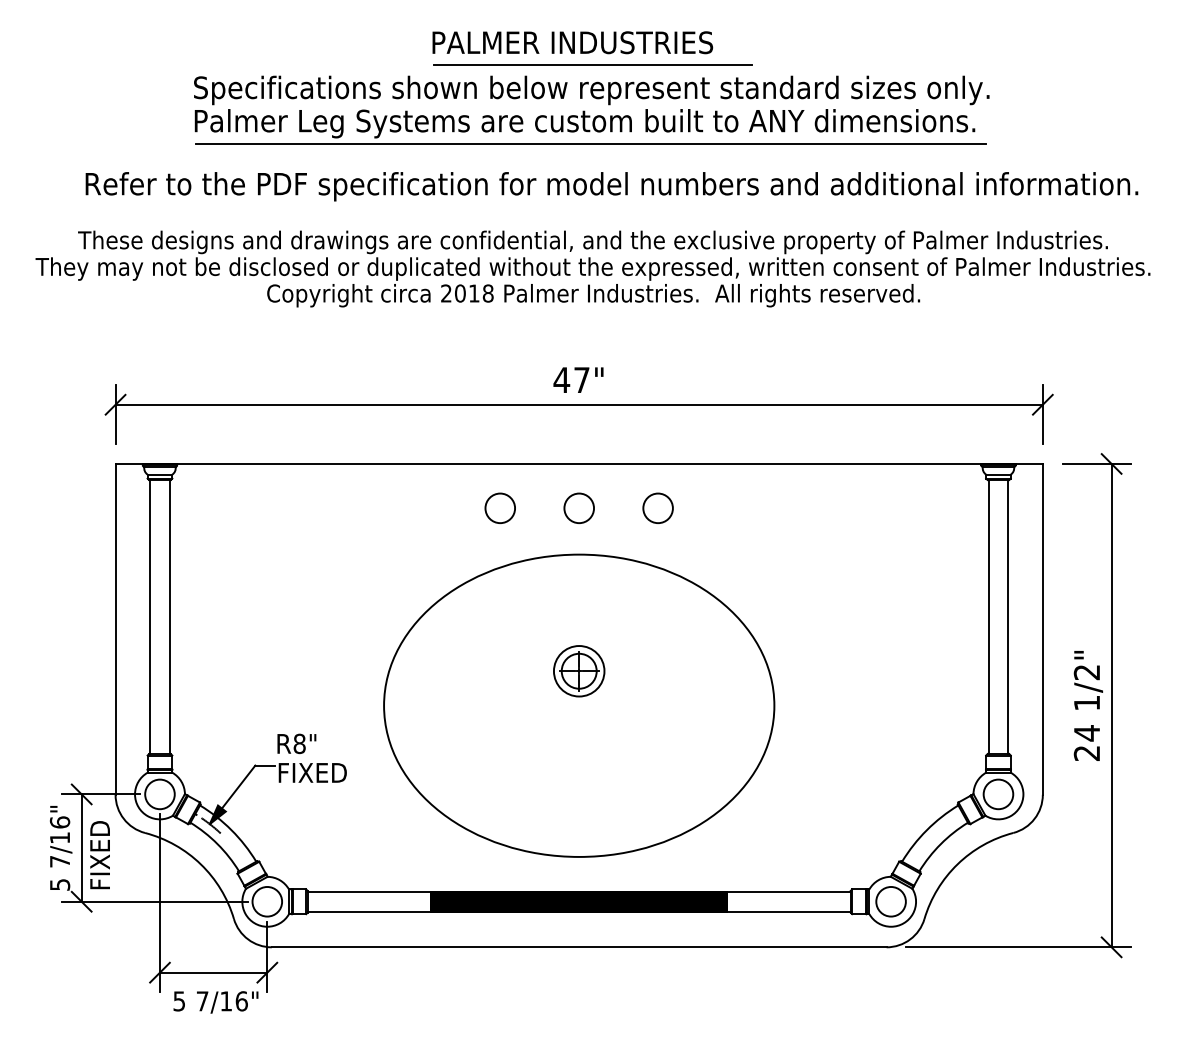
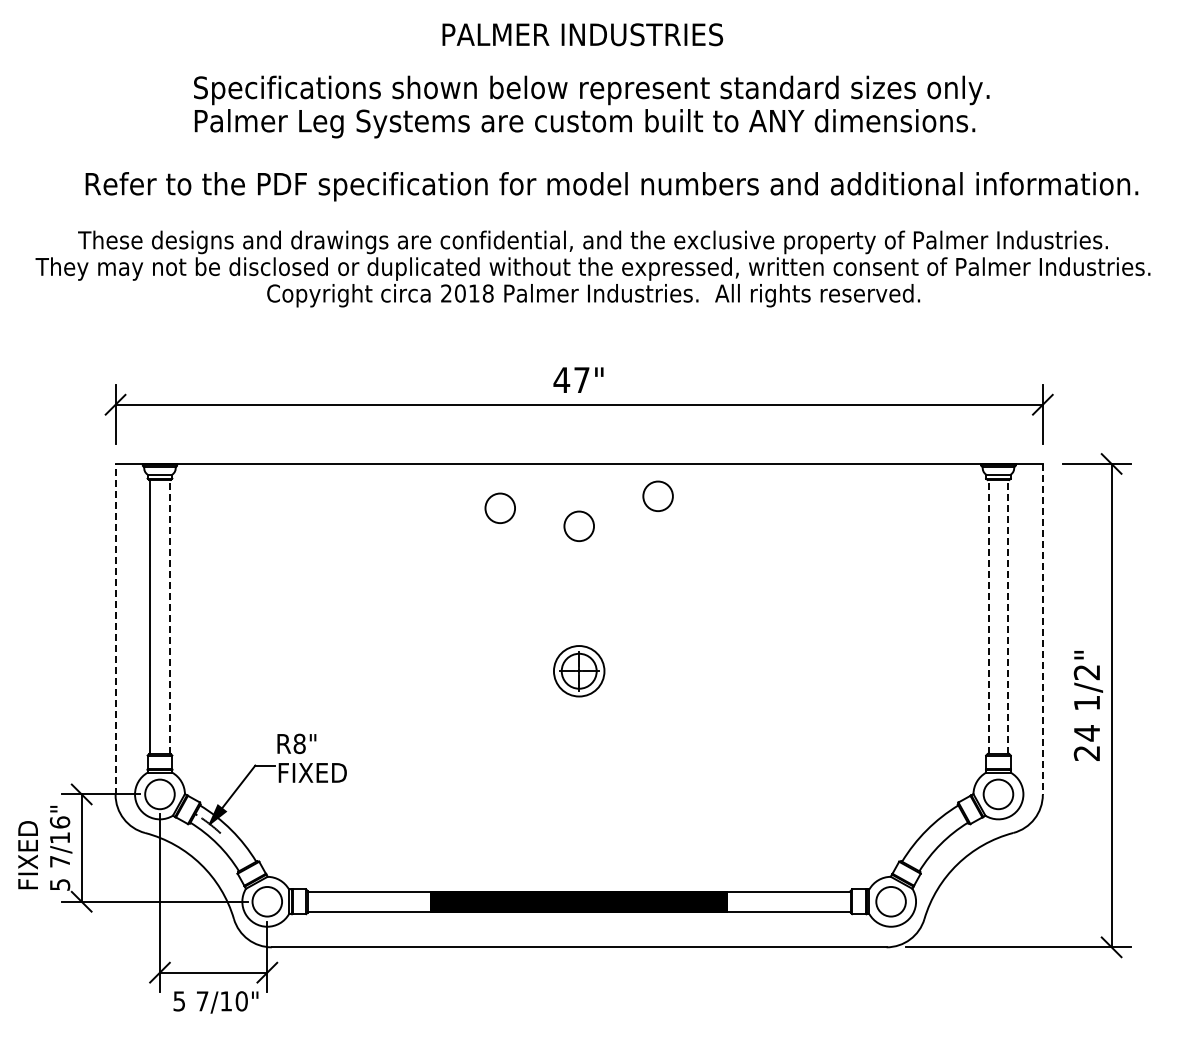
text at (572, 42) position: (572, 42) -> (582, 34)
line at (592, 65): present -> none
line at (590, 144): present -> none
part at (578, 507) position: (578, 507) -> (578, 525)
part at (657, 507) position: (657, 507) -> (657, 495)
line at (169, 616): solid -> dashed
line at (988, 616): solid -> dashed
line at (1008, 616): solid -> dashed
line at (115, 628): solid -> dashed
line at (1042, 629): solid -> dashed
part at (579, 705): present -> none
text at (99, 855) position: (99, 855) -> (27, 855)
text at (241, 1001): 7/16" -> 7/10"
